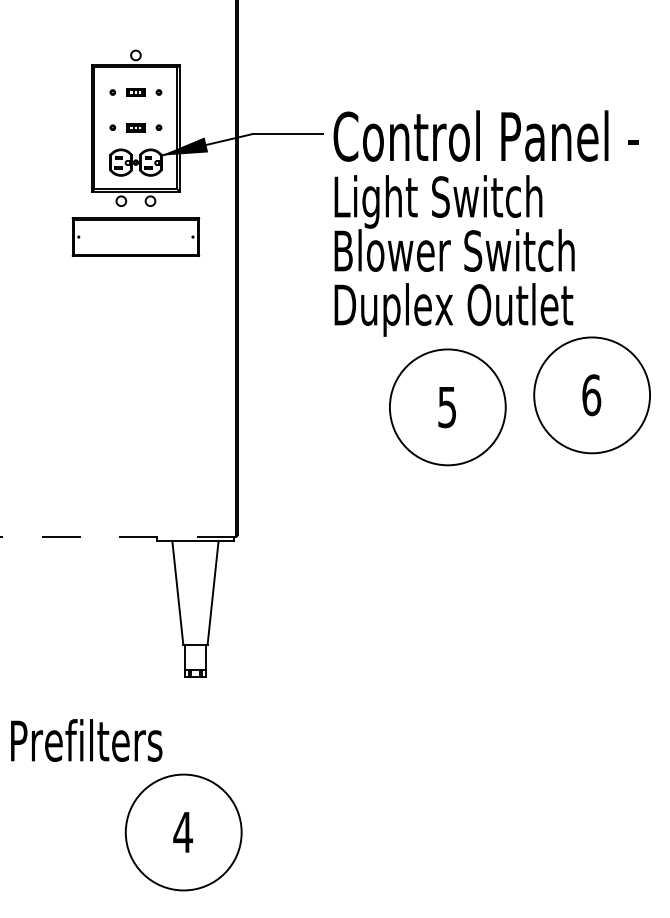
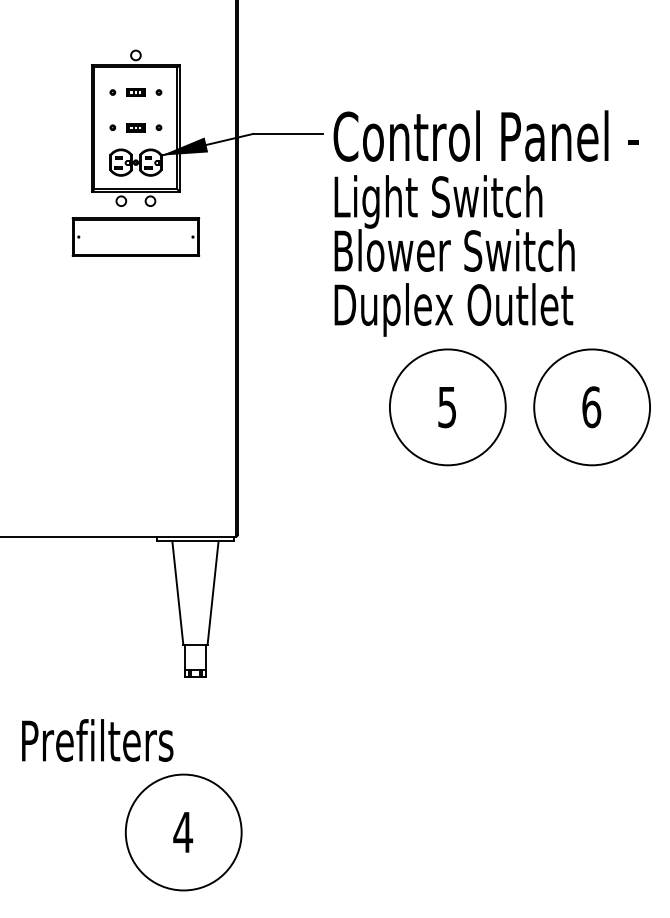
part at (591, 395) position: (591, 395) -> (591, 407)
line at (118, 536): dashed -> solid
text at (86, 740) position: (86, 740) -> (97, 740)
